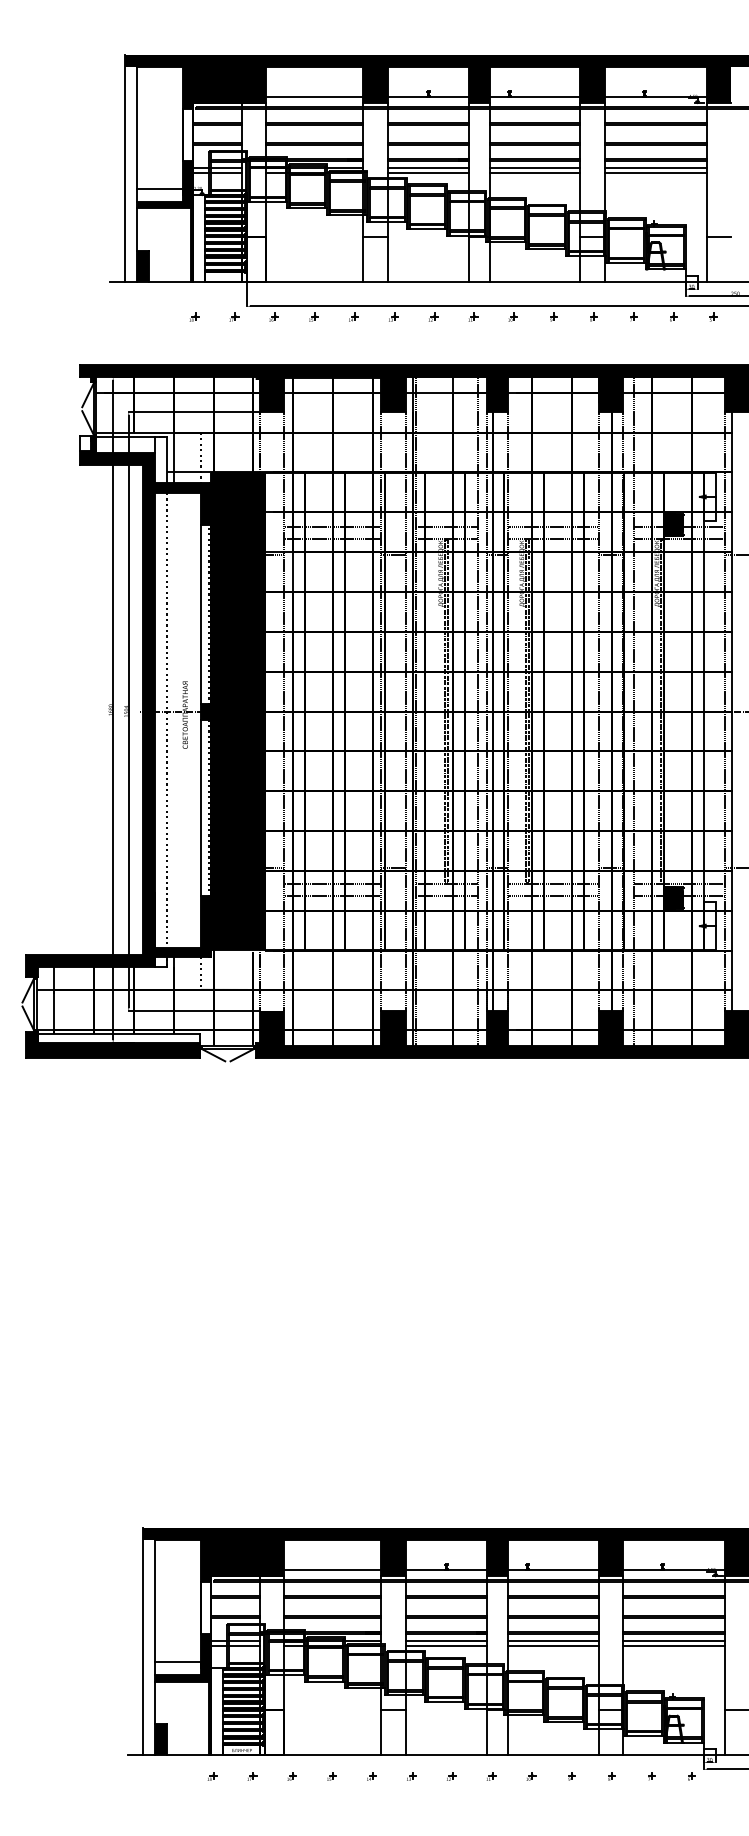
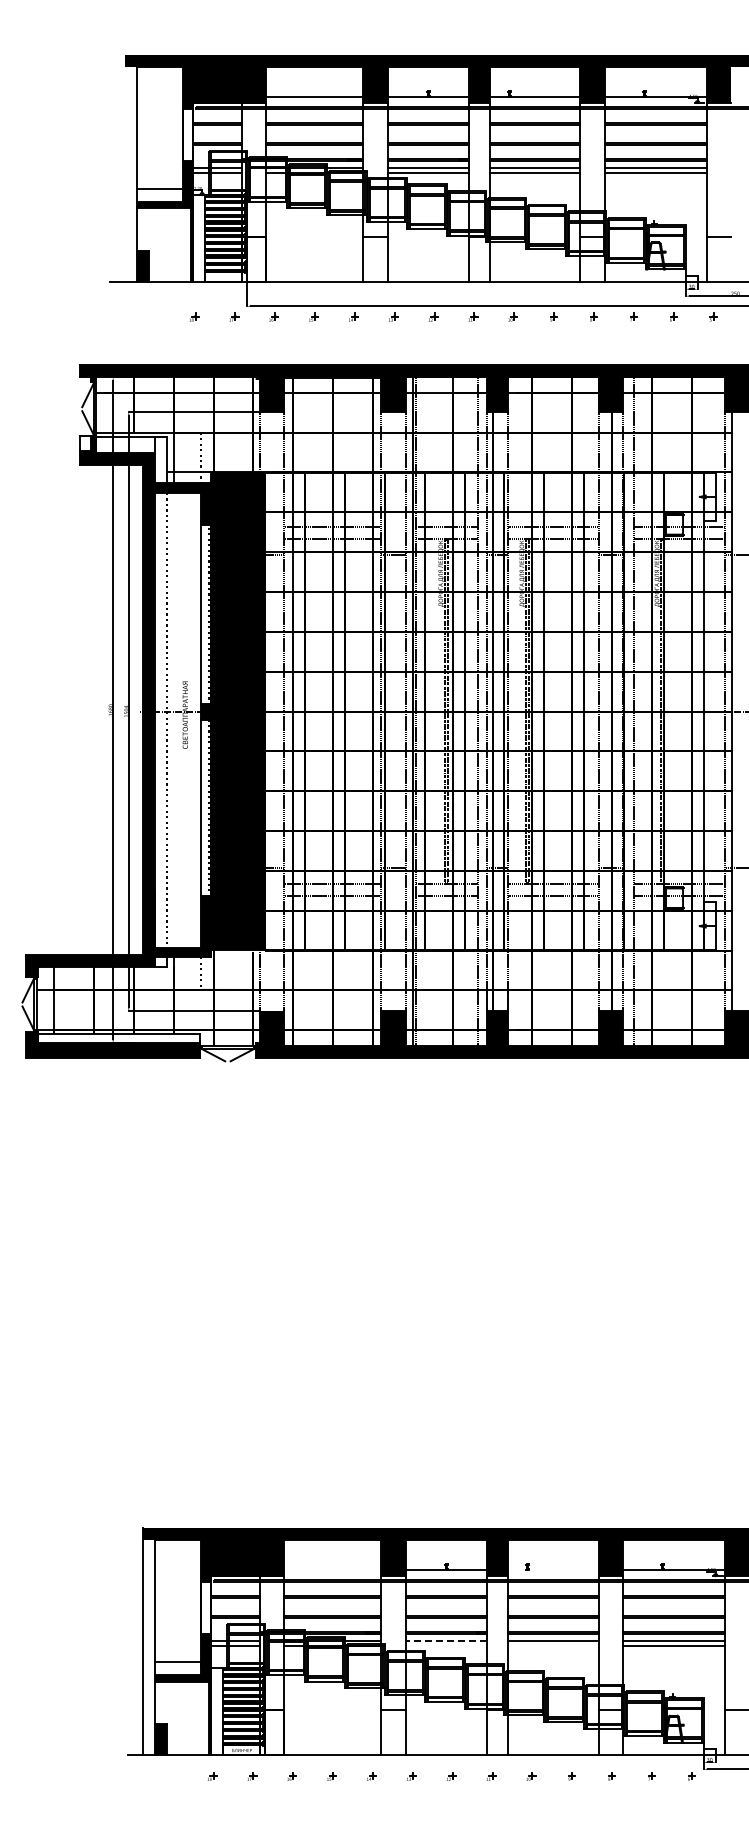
line at (125, 168): present -> none
fill at (674, 524): present -> none
fill at (674, 898): present -> none
line at (332, 1570): present -> none
line at (552, 1570): present -> none
line at (446, 1640): solid -> dashed
line at (446, 1645): present -> none
line at (552, 1645): present -> none
